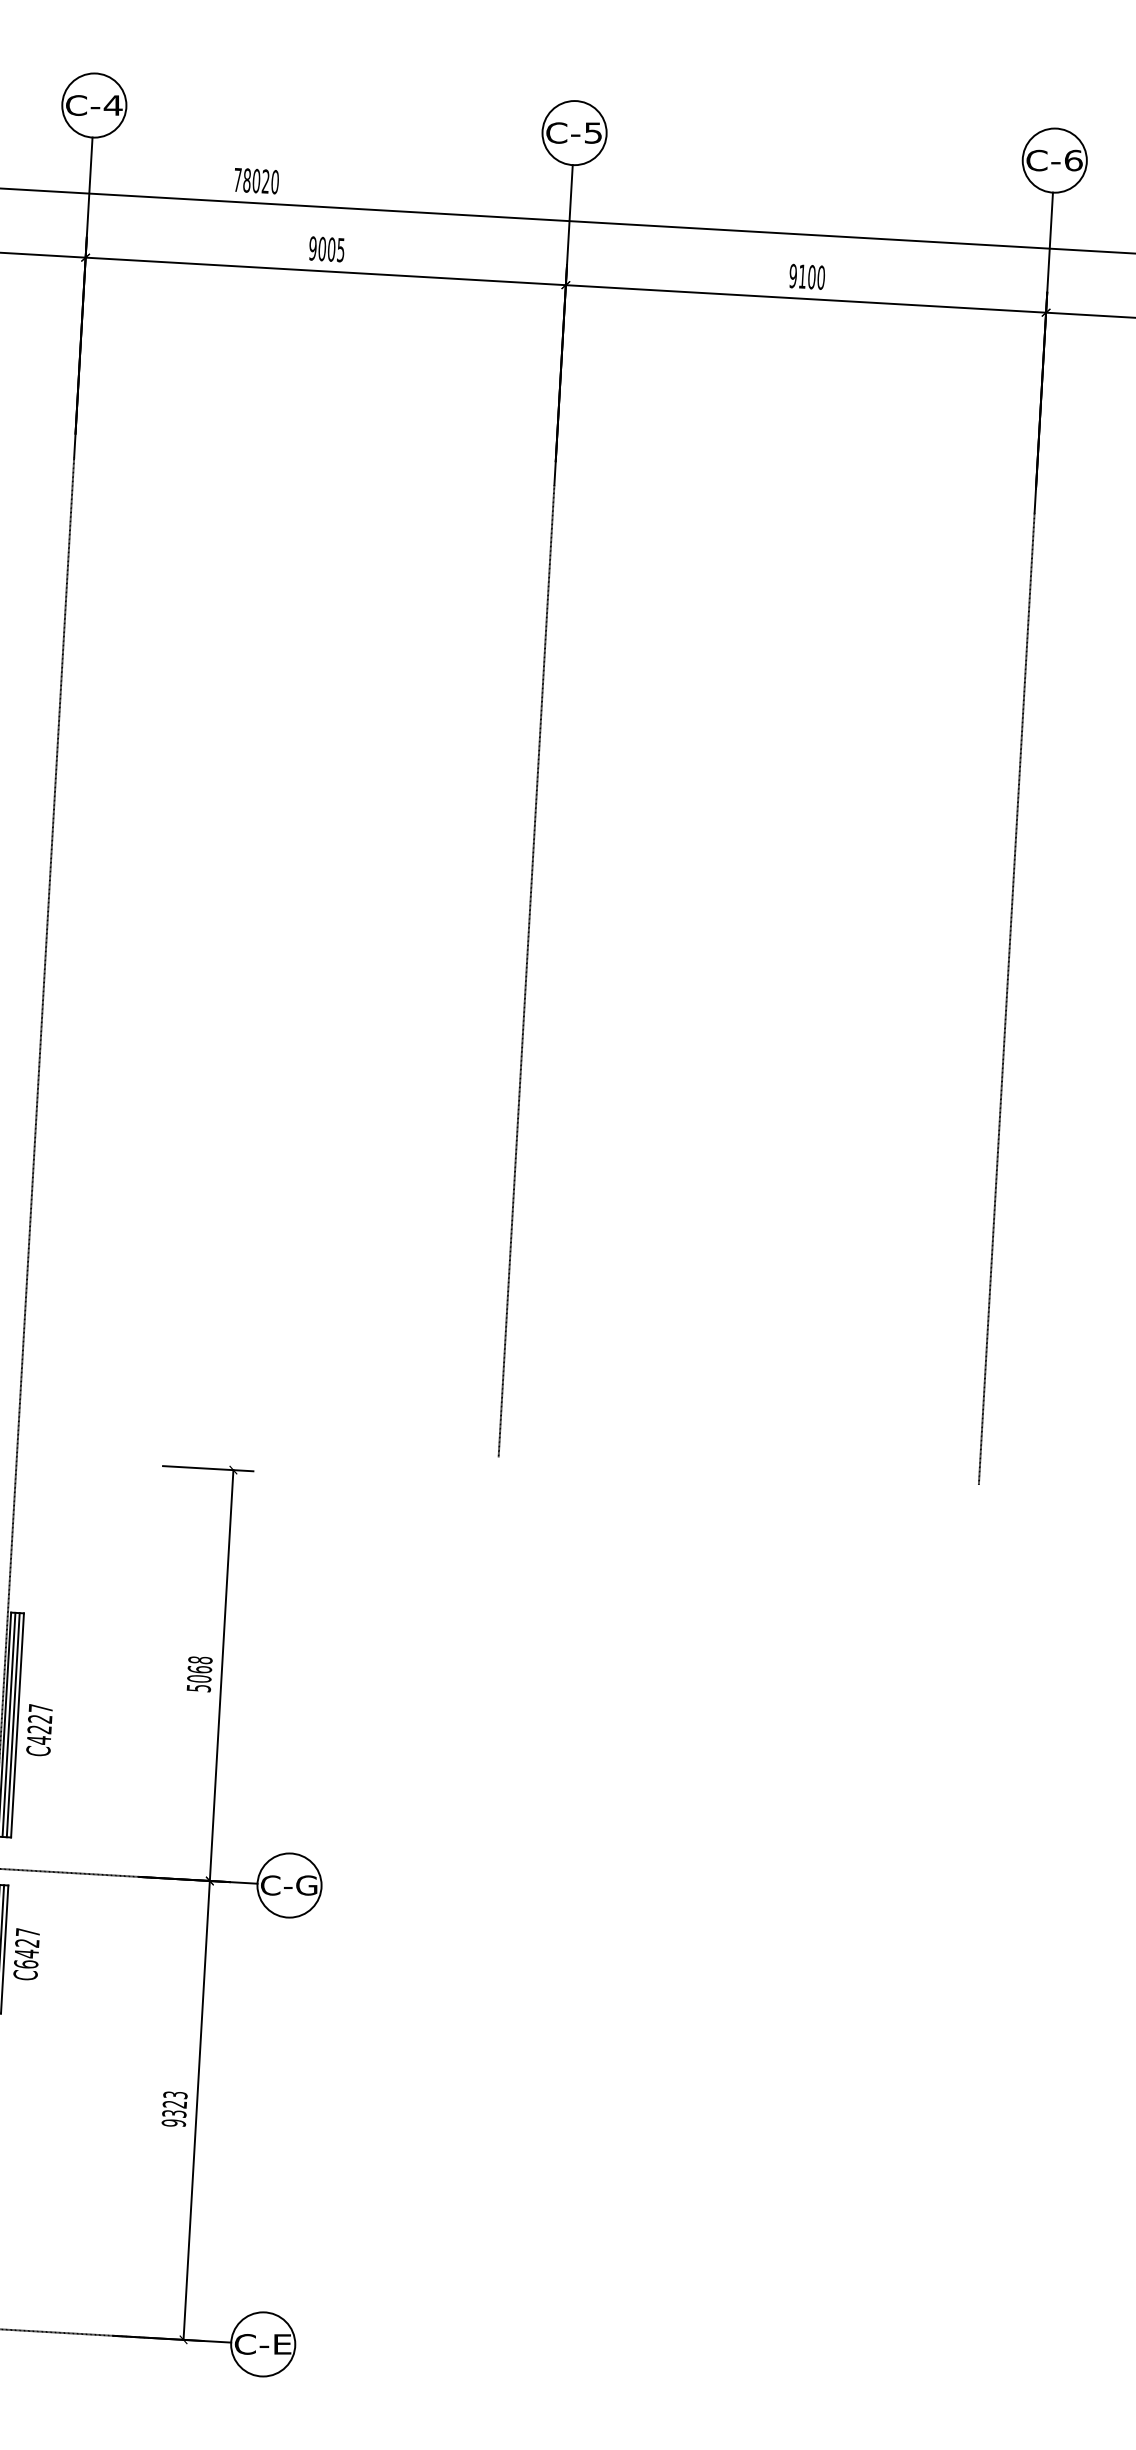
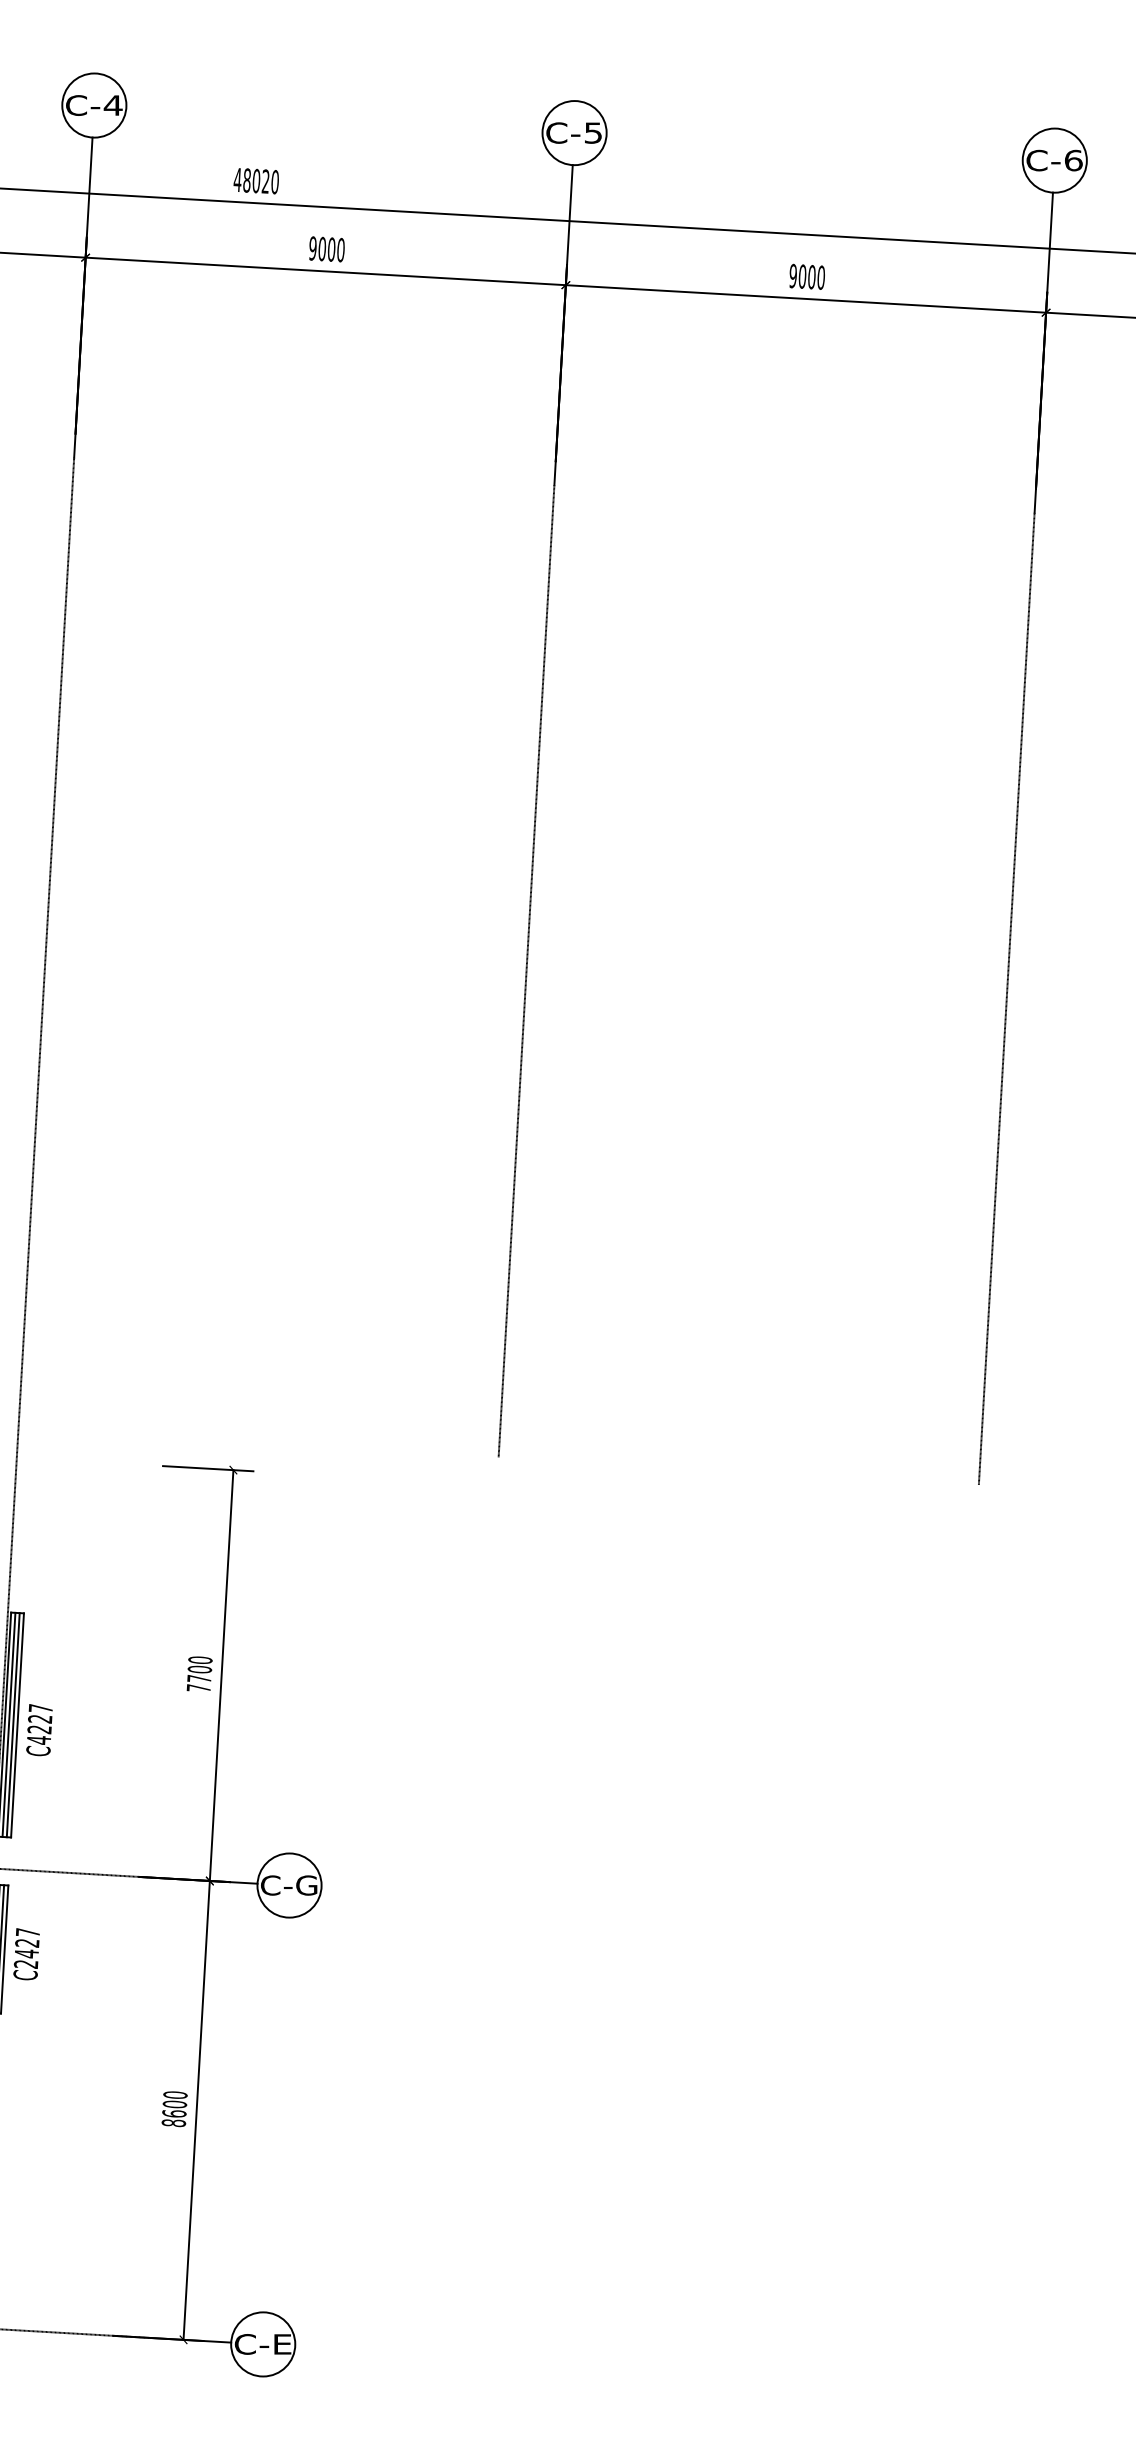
text at (237, 179): 78020 -> 48020
text at (340, 249): 9005 -> 9000
text at (802, 276): 9100 -> 9000
text at (199, 1674): 5068 -> 7700
text at (25, 1964): C6427 -> C2427
text at (174, 2109): 9323 -> 8600
